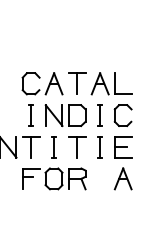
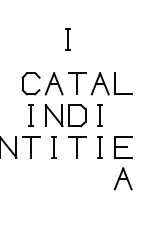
part at (67, 39): none -> present
part at (115, 115): present -> none
part at (54, 178): present -> none
